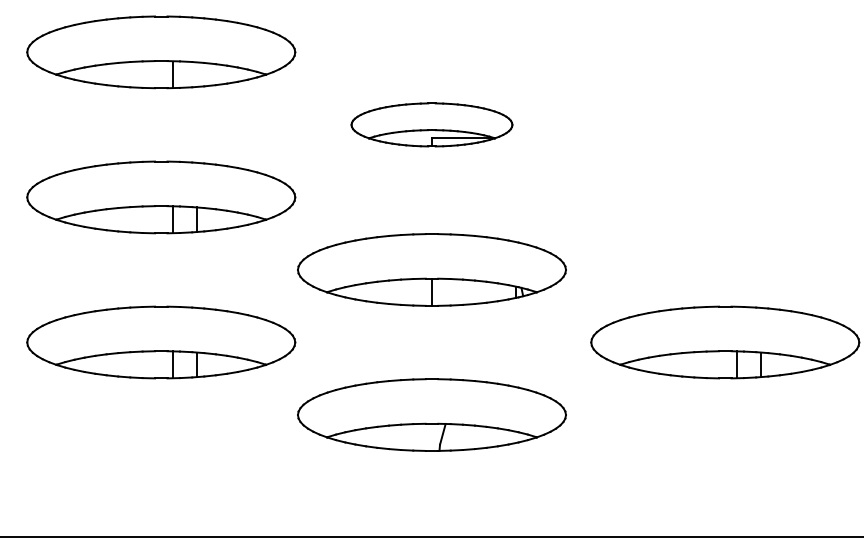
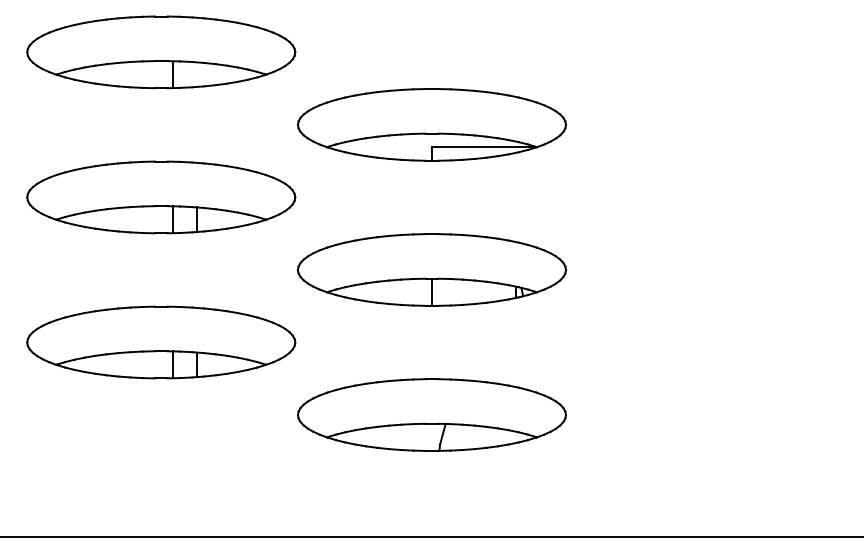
part at (431, 124) size: 164x46 px -> 270x74 px
part at (725, 342): present -> none
